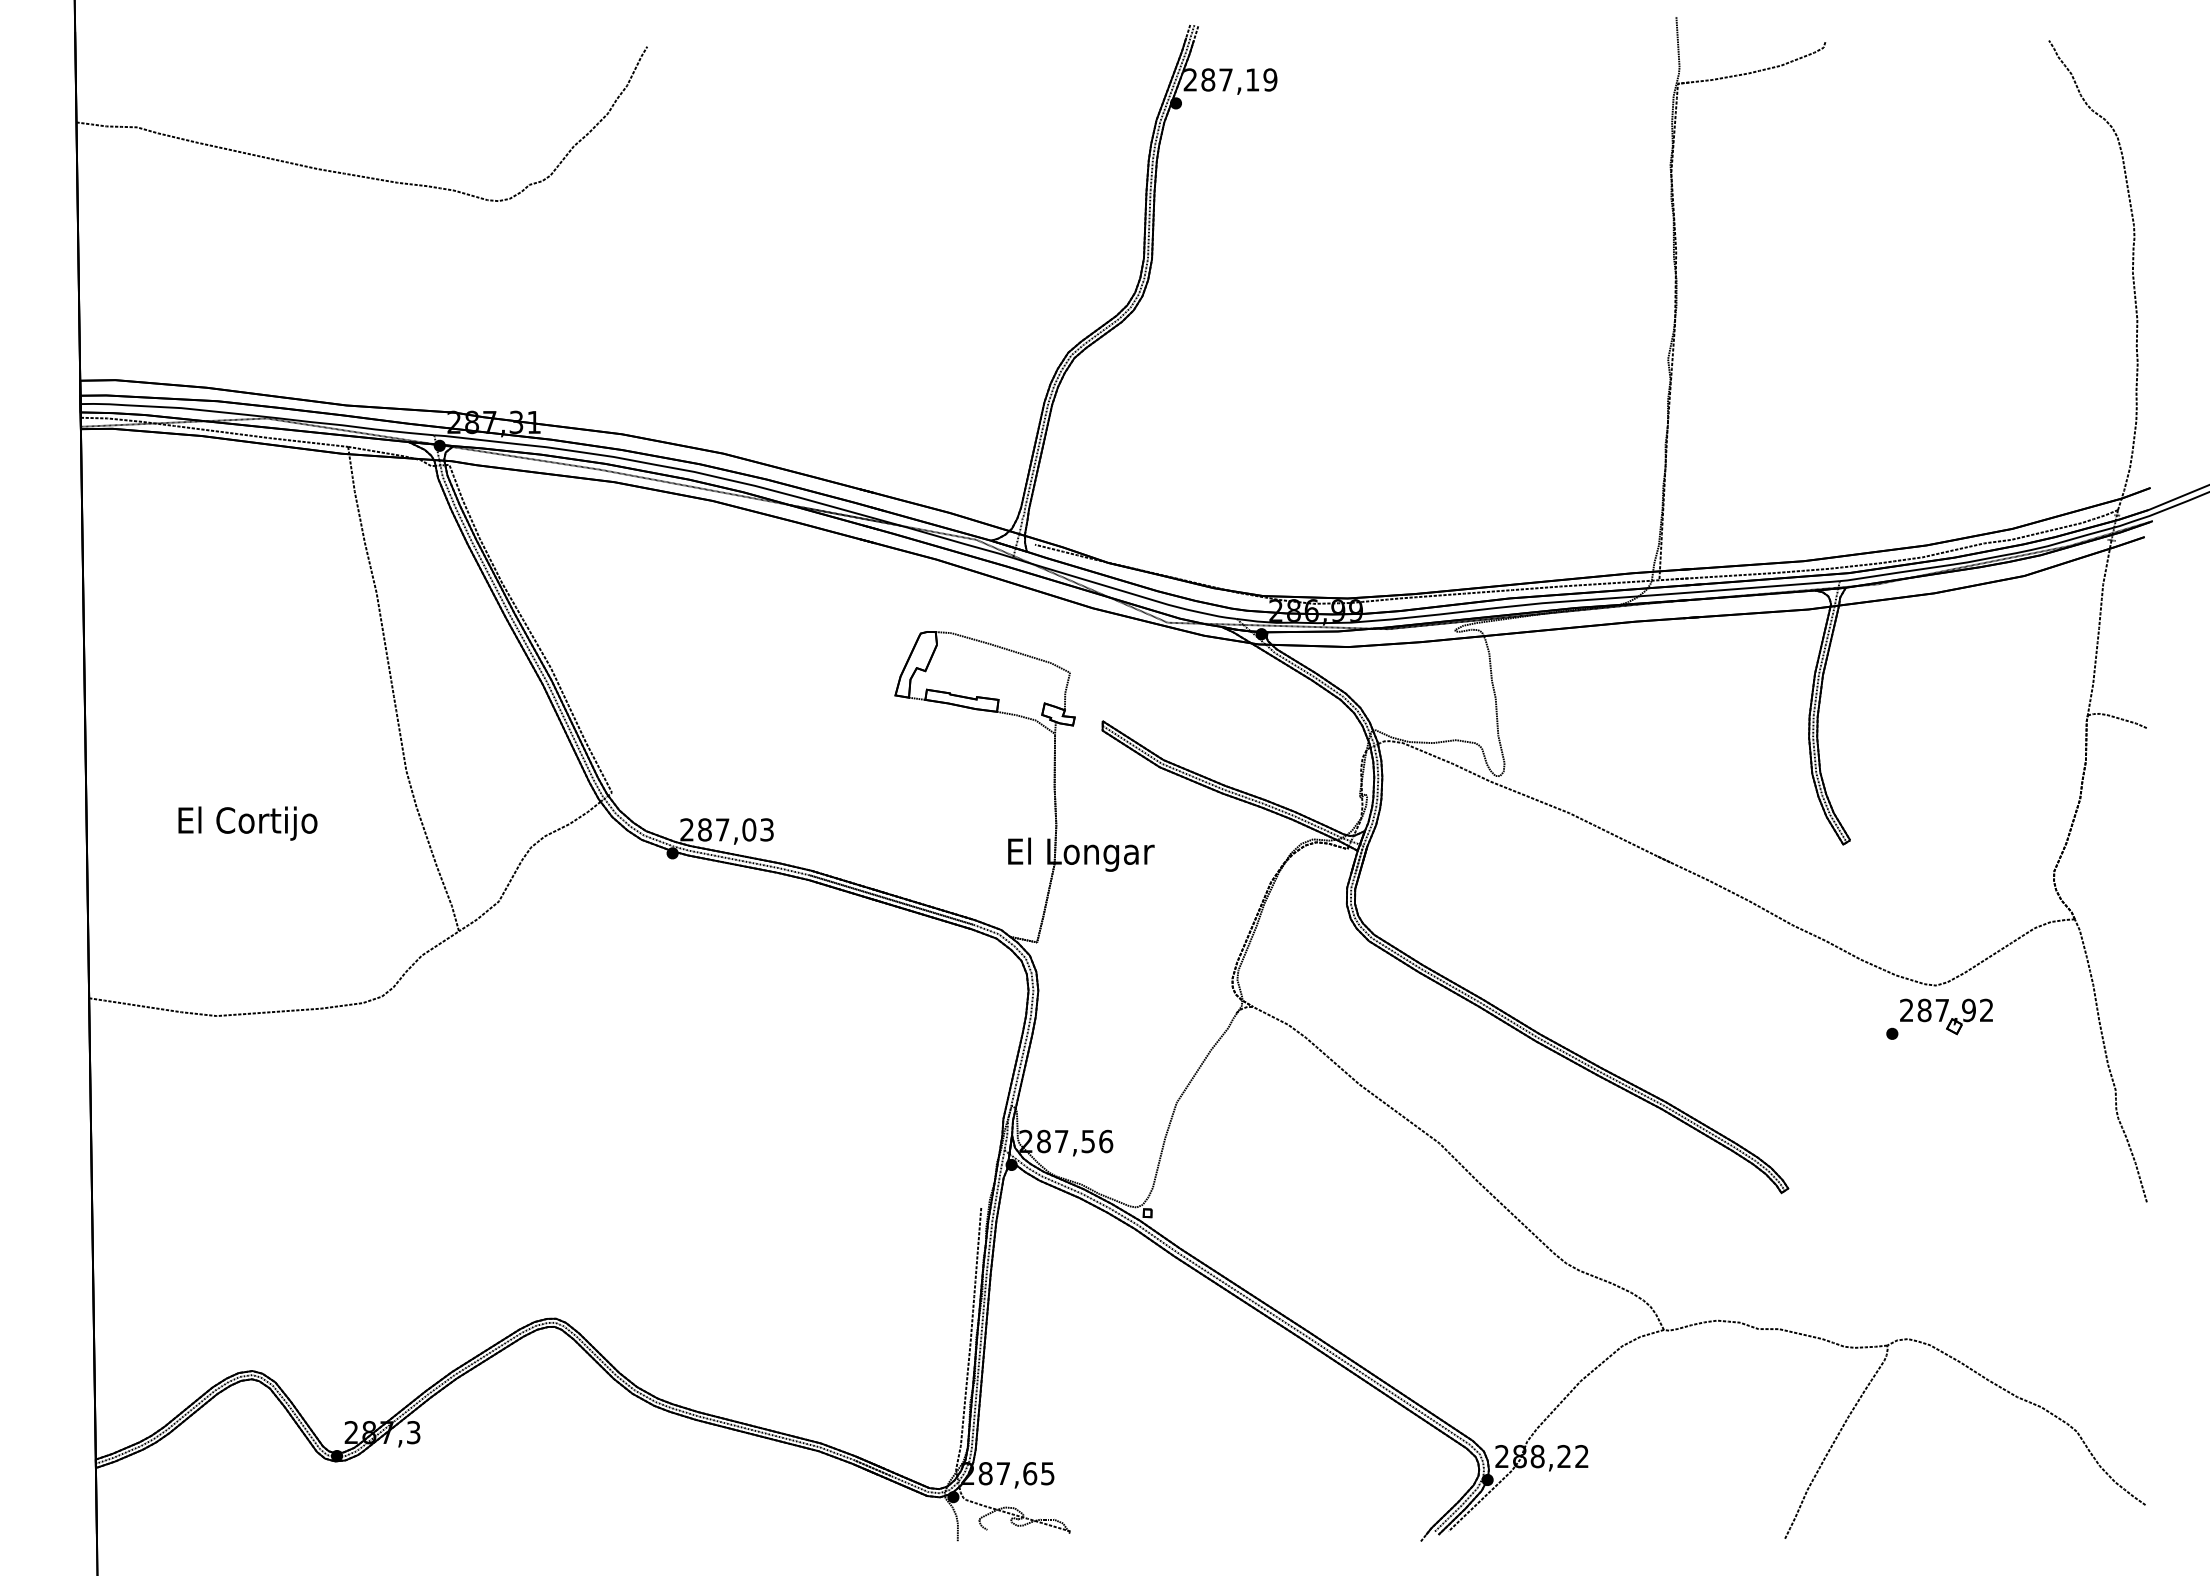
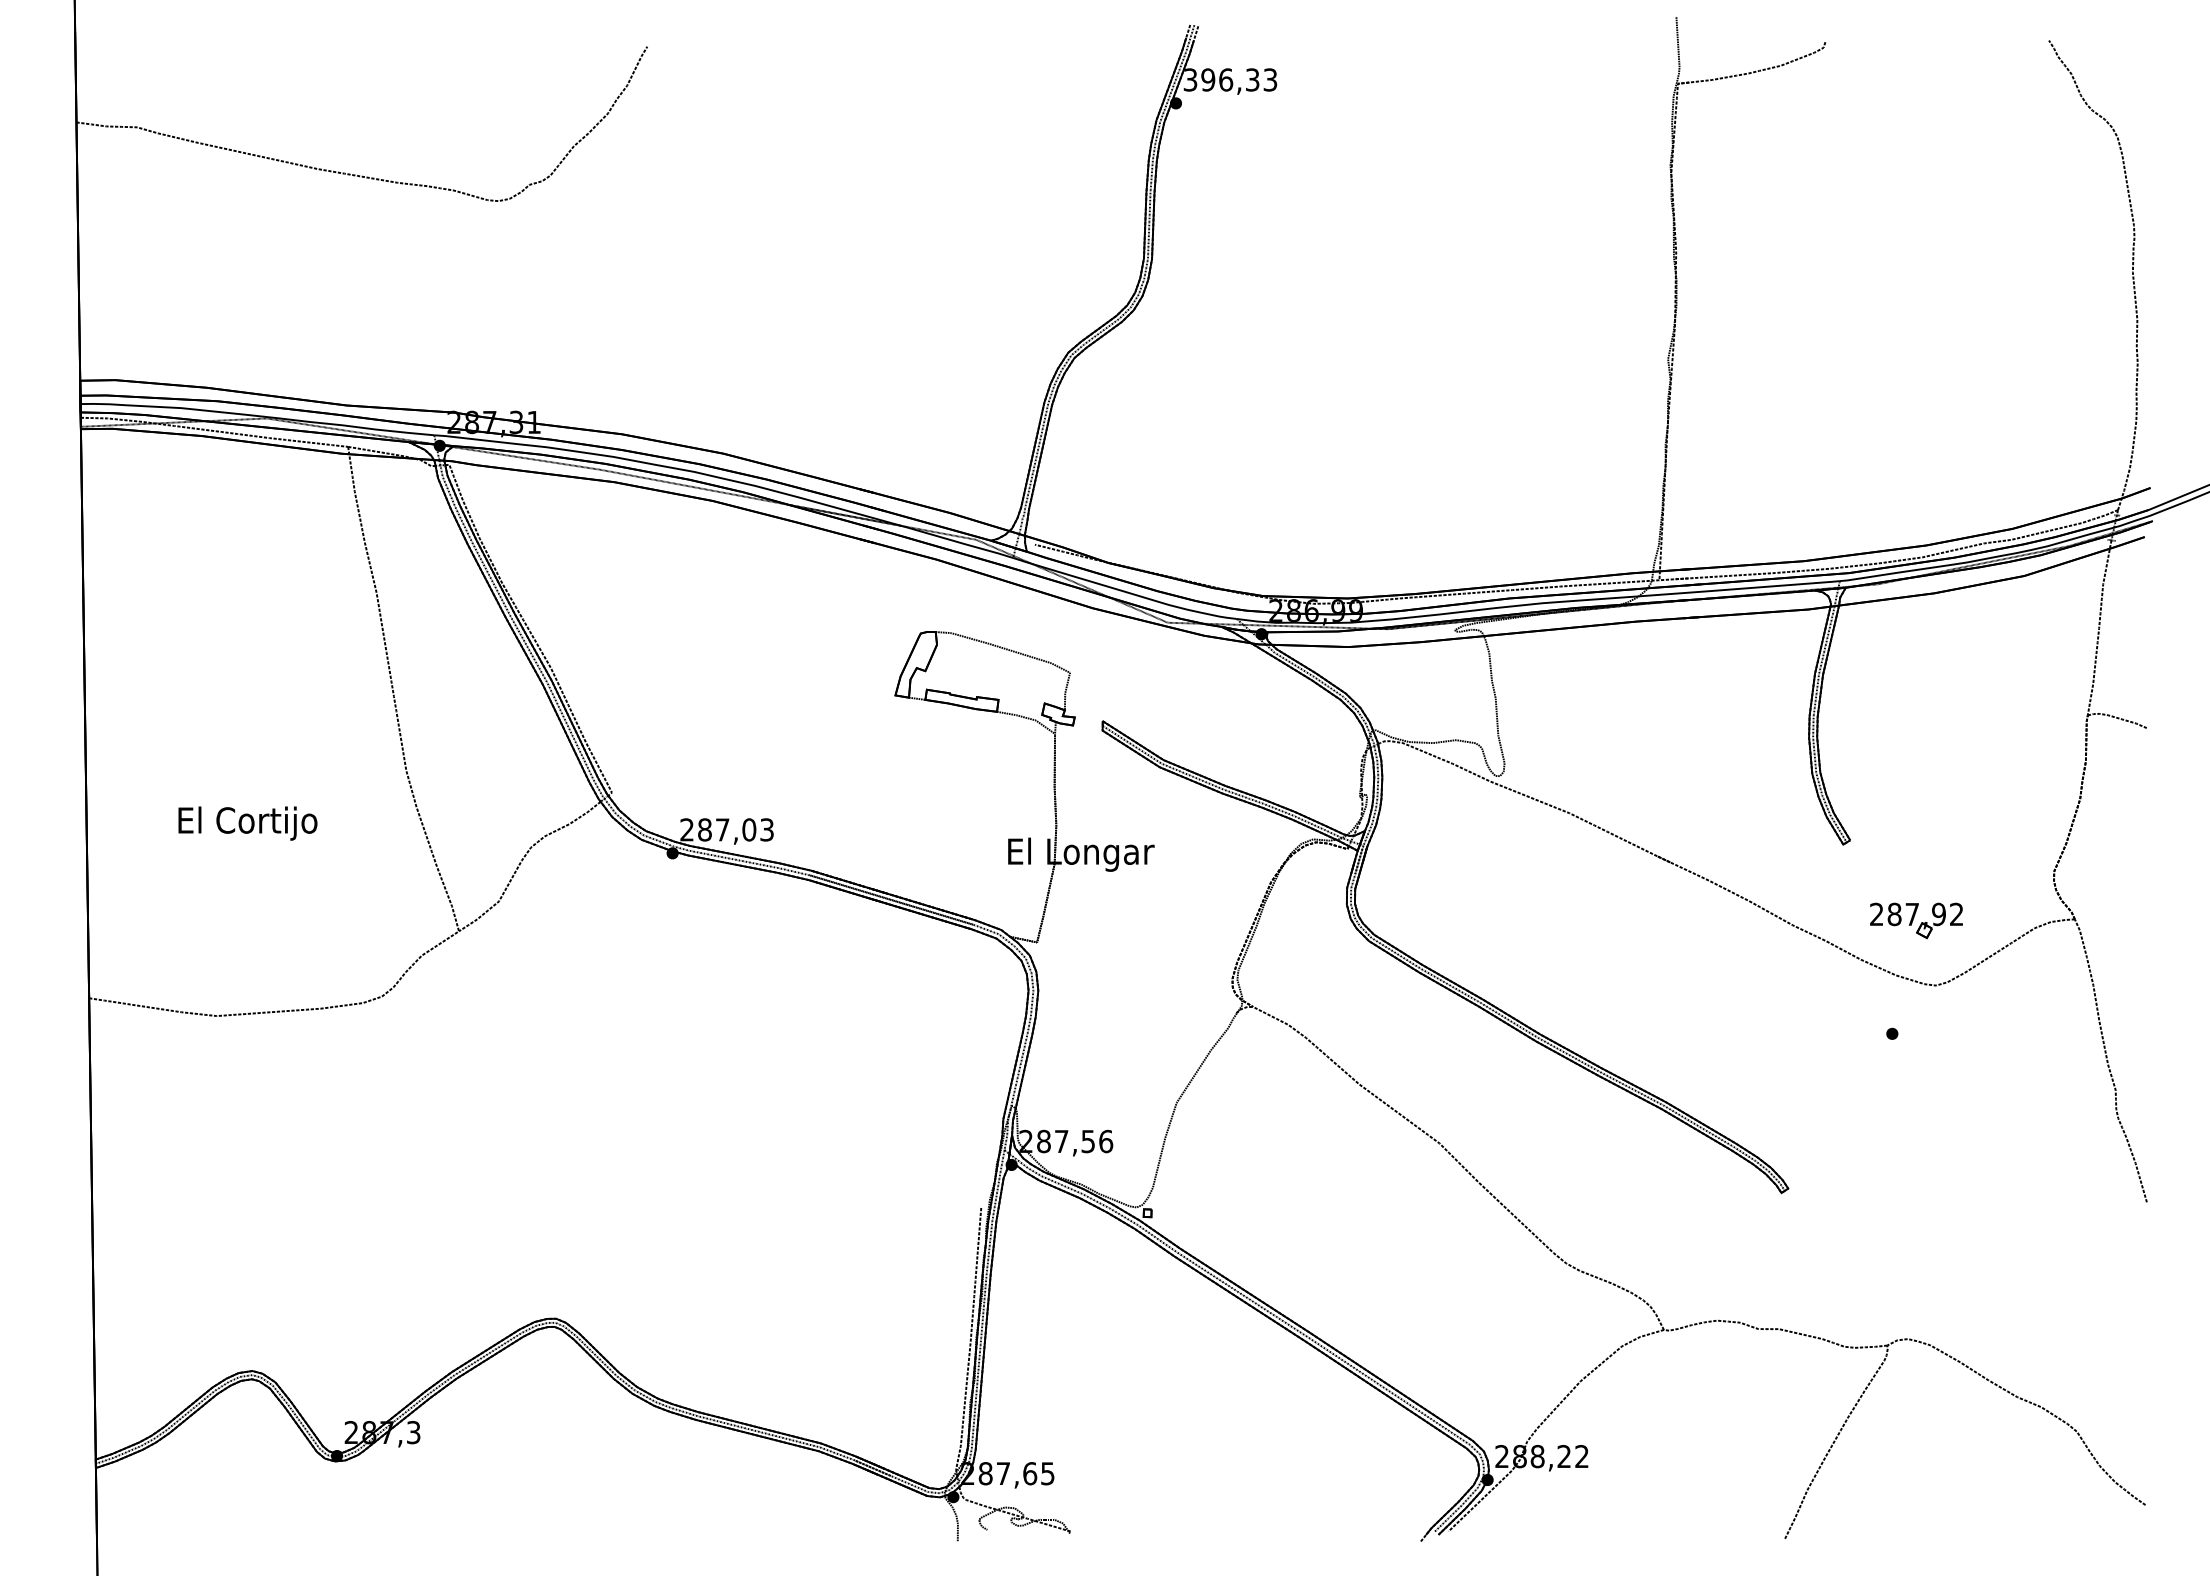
text at (1230, 79): 287,19 -> 396,33
part at (1946, 1016) position: (1946, 1016) -> (1916, 920)
